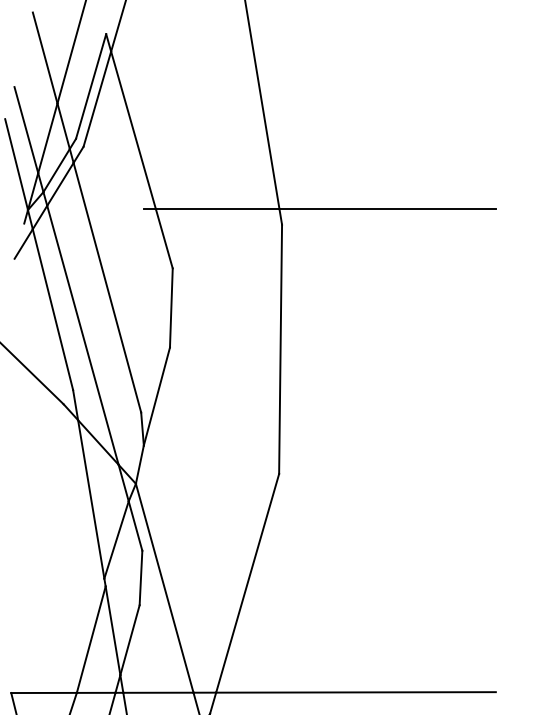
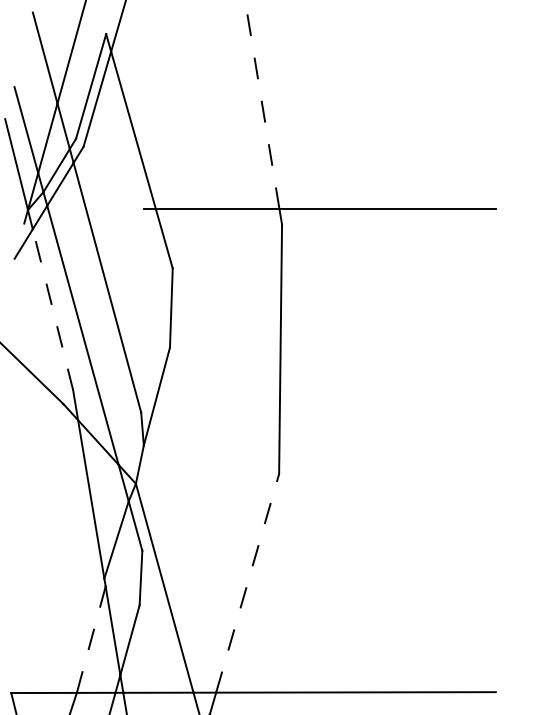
line at (262, 104): solid -> dashed
line at (52, 309): solid -> dashed
line at (247, 583): solid -> dashed
line at (91, 640): solid -> dashed
